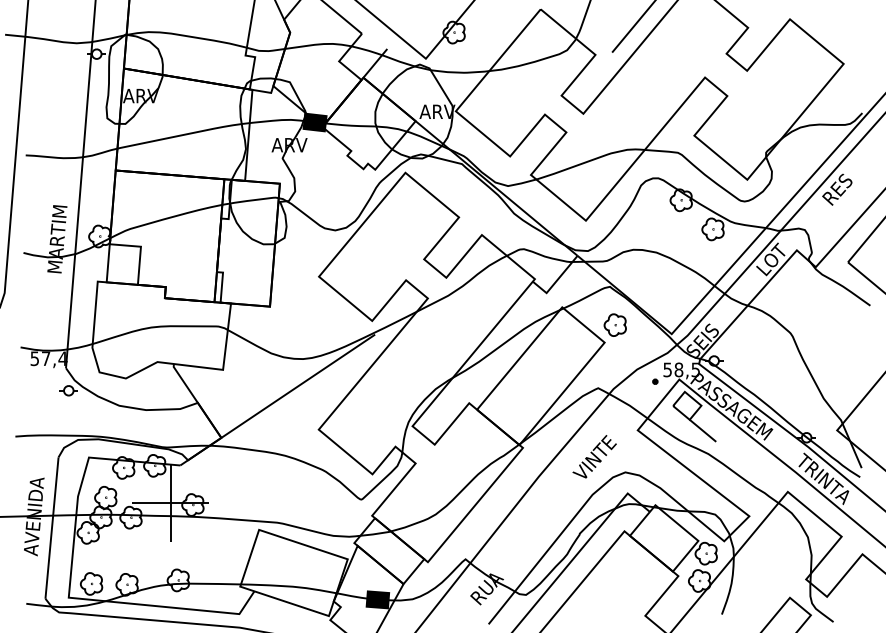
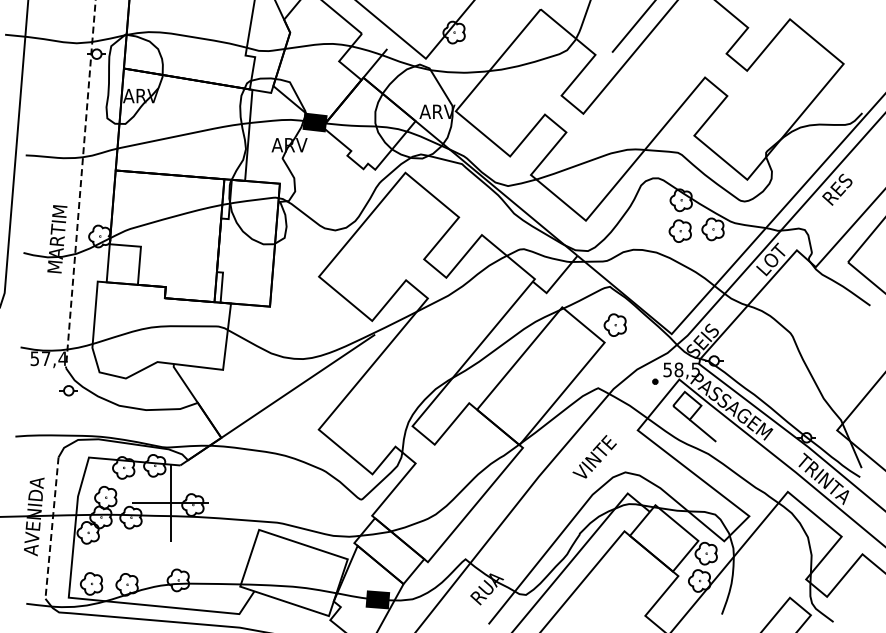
line at (80, 184): solid -> dashed
part at (679, 230): none -> present
line at (51, 528): solid -> dashed
